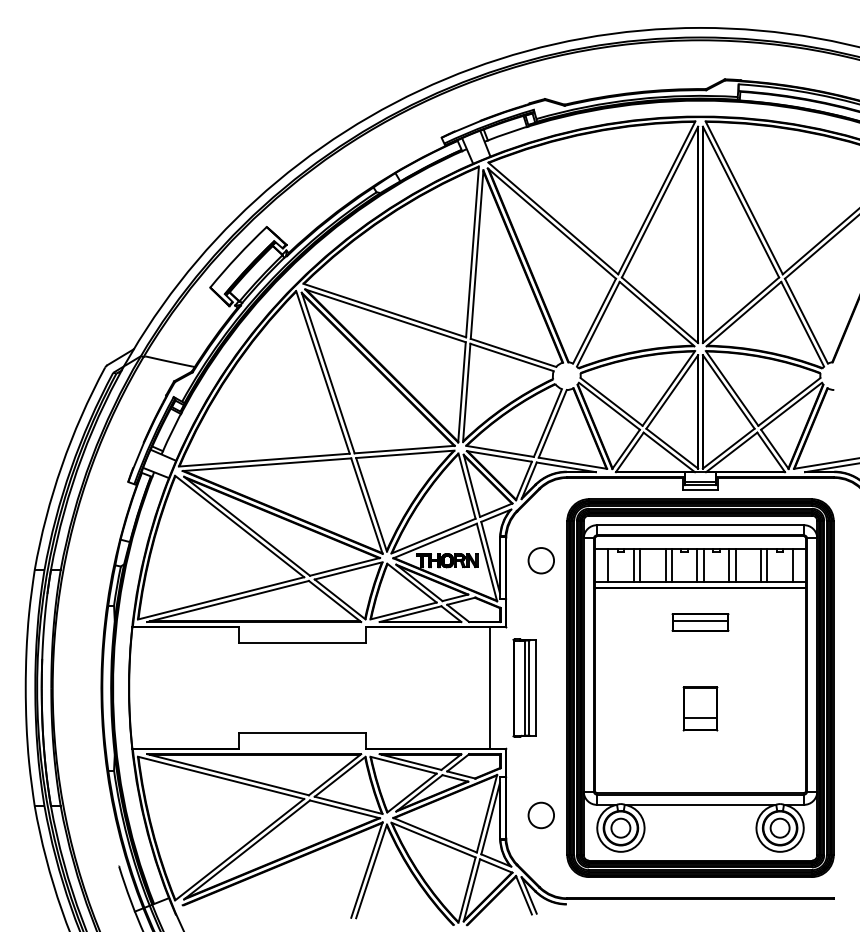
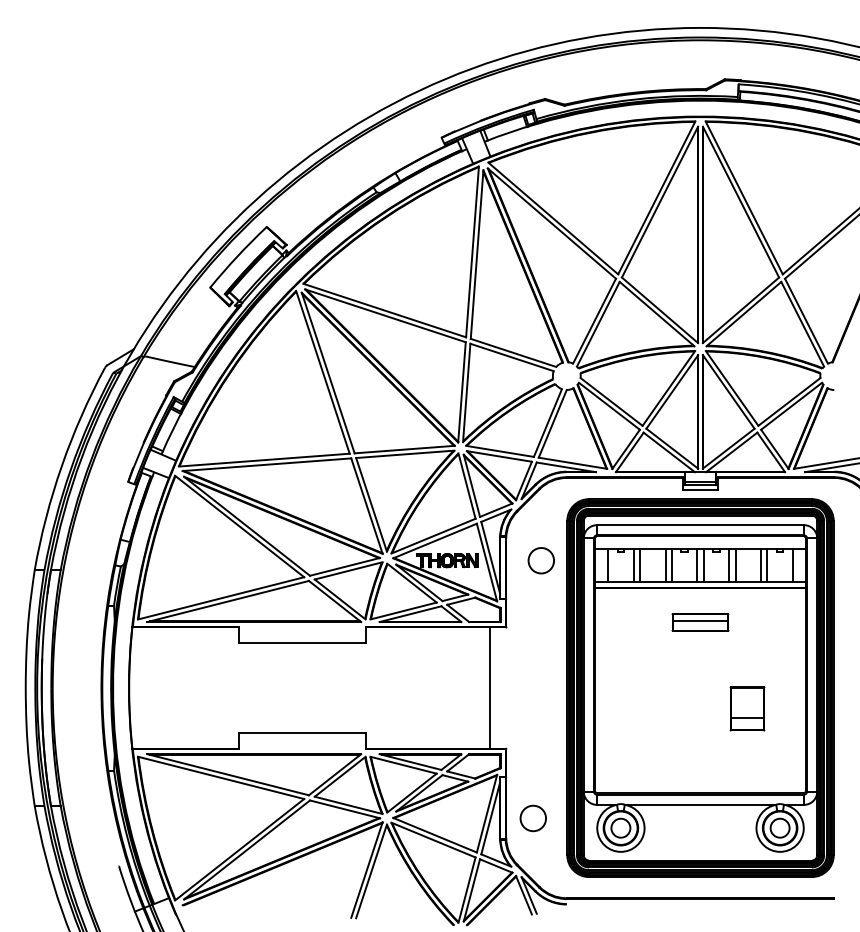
part at (524, 687): present -> none
part at (700, 708) position: (700, 708) -> (747, 708)
circle at (540, 815) position: (540, 815) -> (532, 818)
